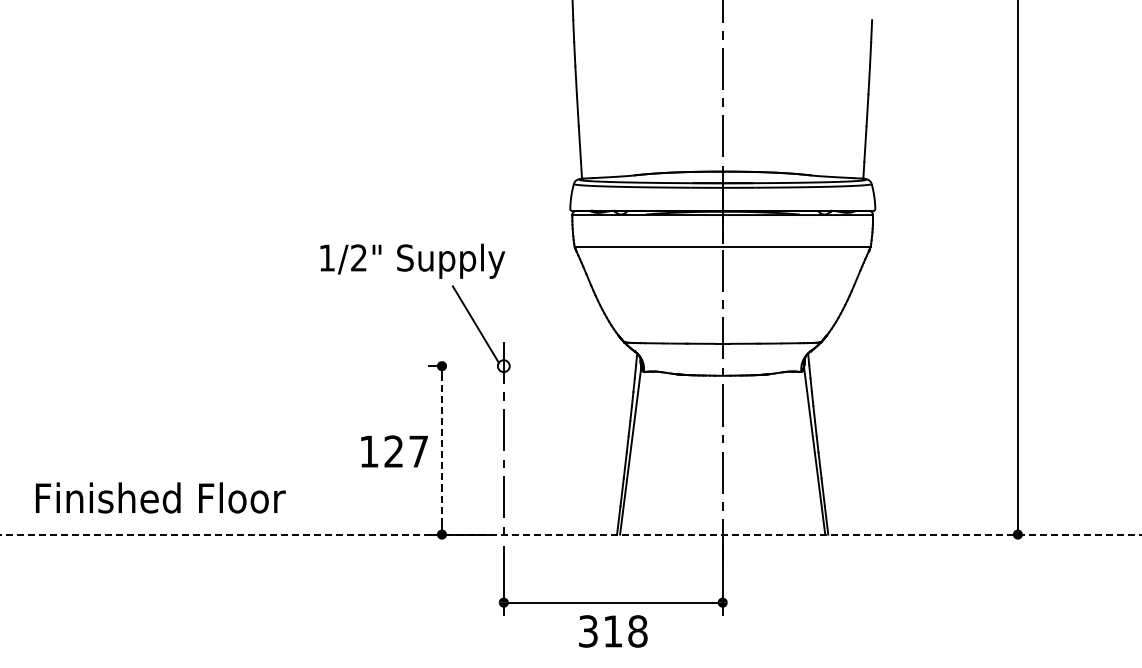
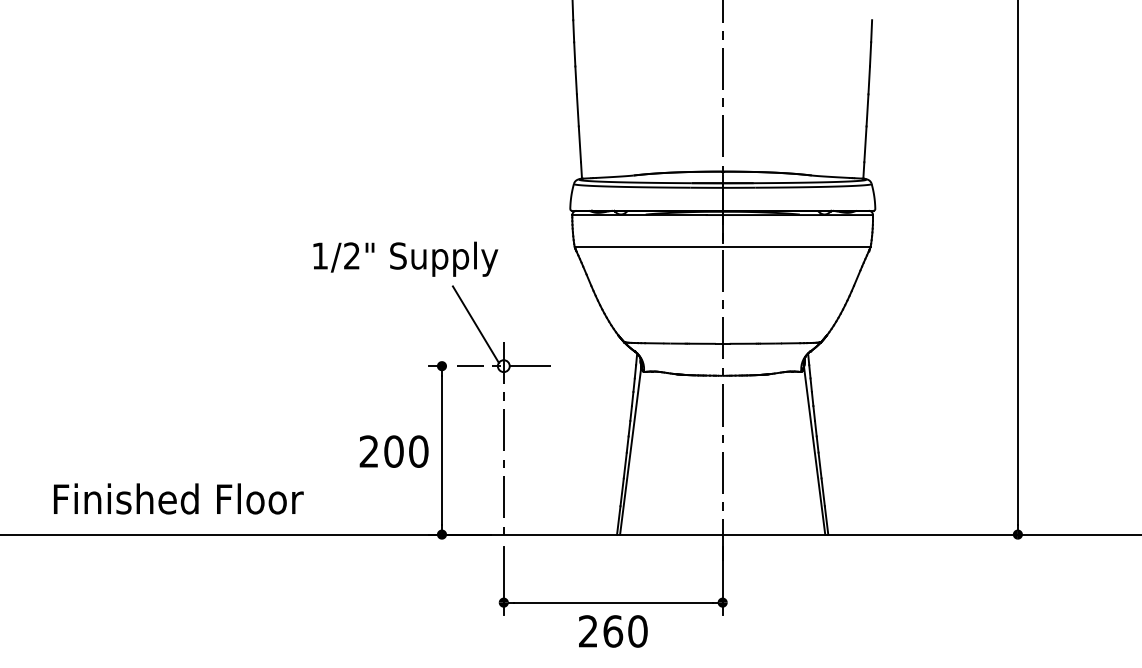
text at (412, 260) position: (412, 260) -> (405, 258)
line at (503, 366): none -> present
line at (441, 449): dashed -> solid
text at (393, 451): 127 -> 200
text at (160, 497) position: (160, 497) -> (178, 498)
line at (571, 534): dashed -> solid
text at (613, 631): 318 -> 260
